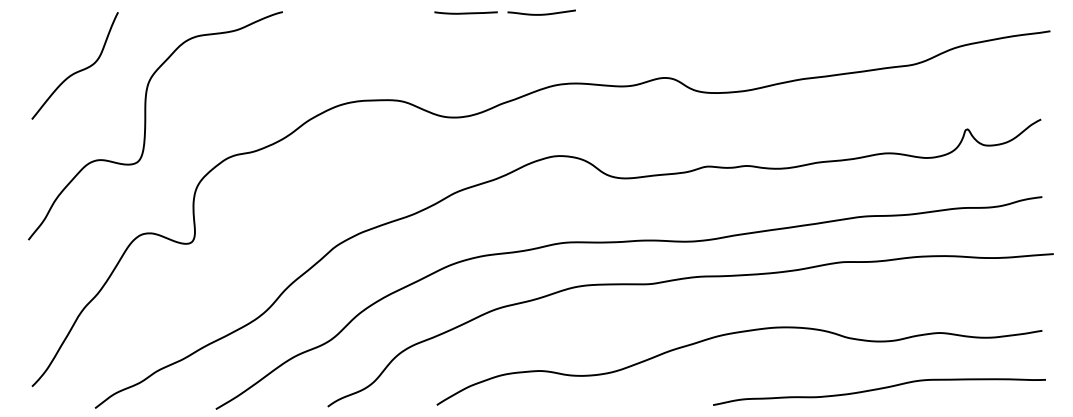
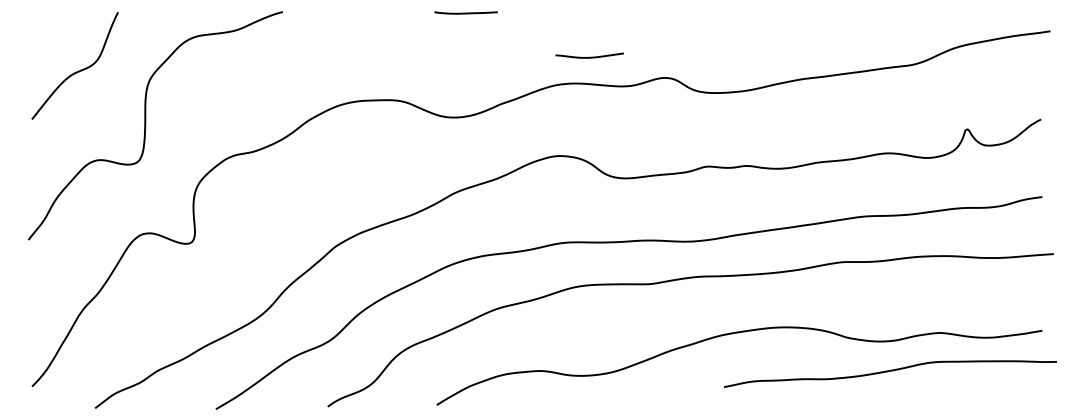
curve at (541, 13) position: (541, 13) -> (589, 56)
curve at (879, 389) position: (879, 389) -> (890, 371)
